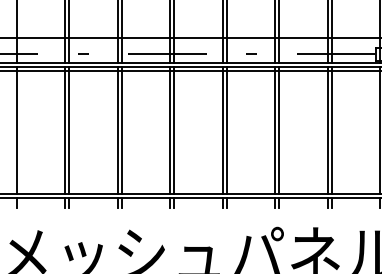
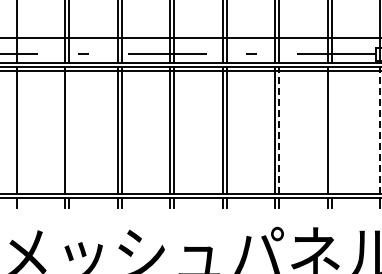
line at (69, 130): present -> none
line at (279, 130): solid -> dashed
line at (331, 130): present -> none
line at (380, 130): solid -> dashed
